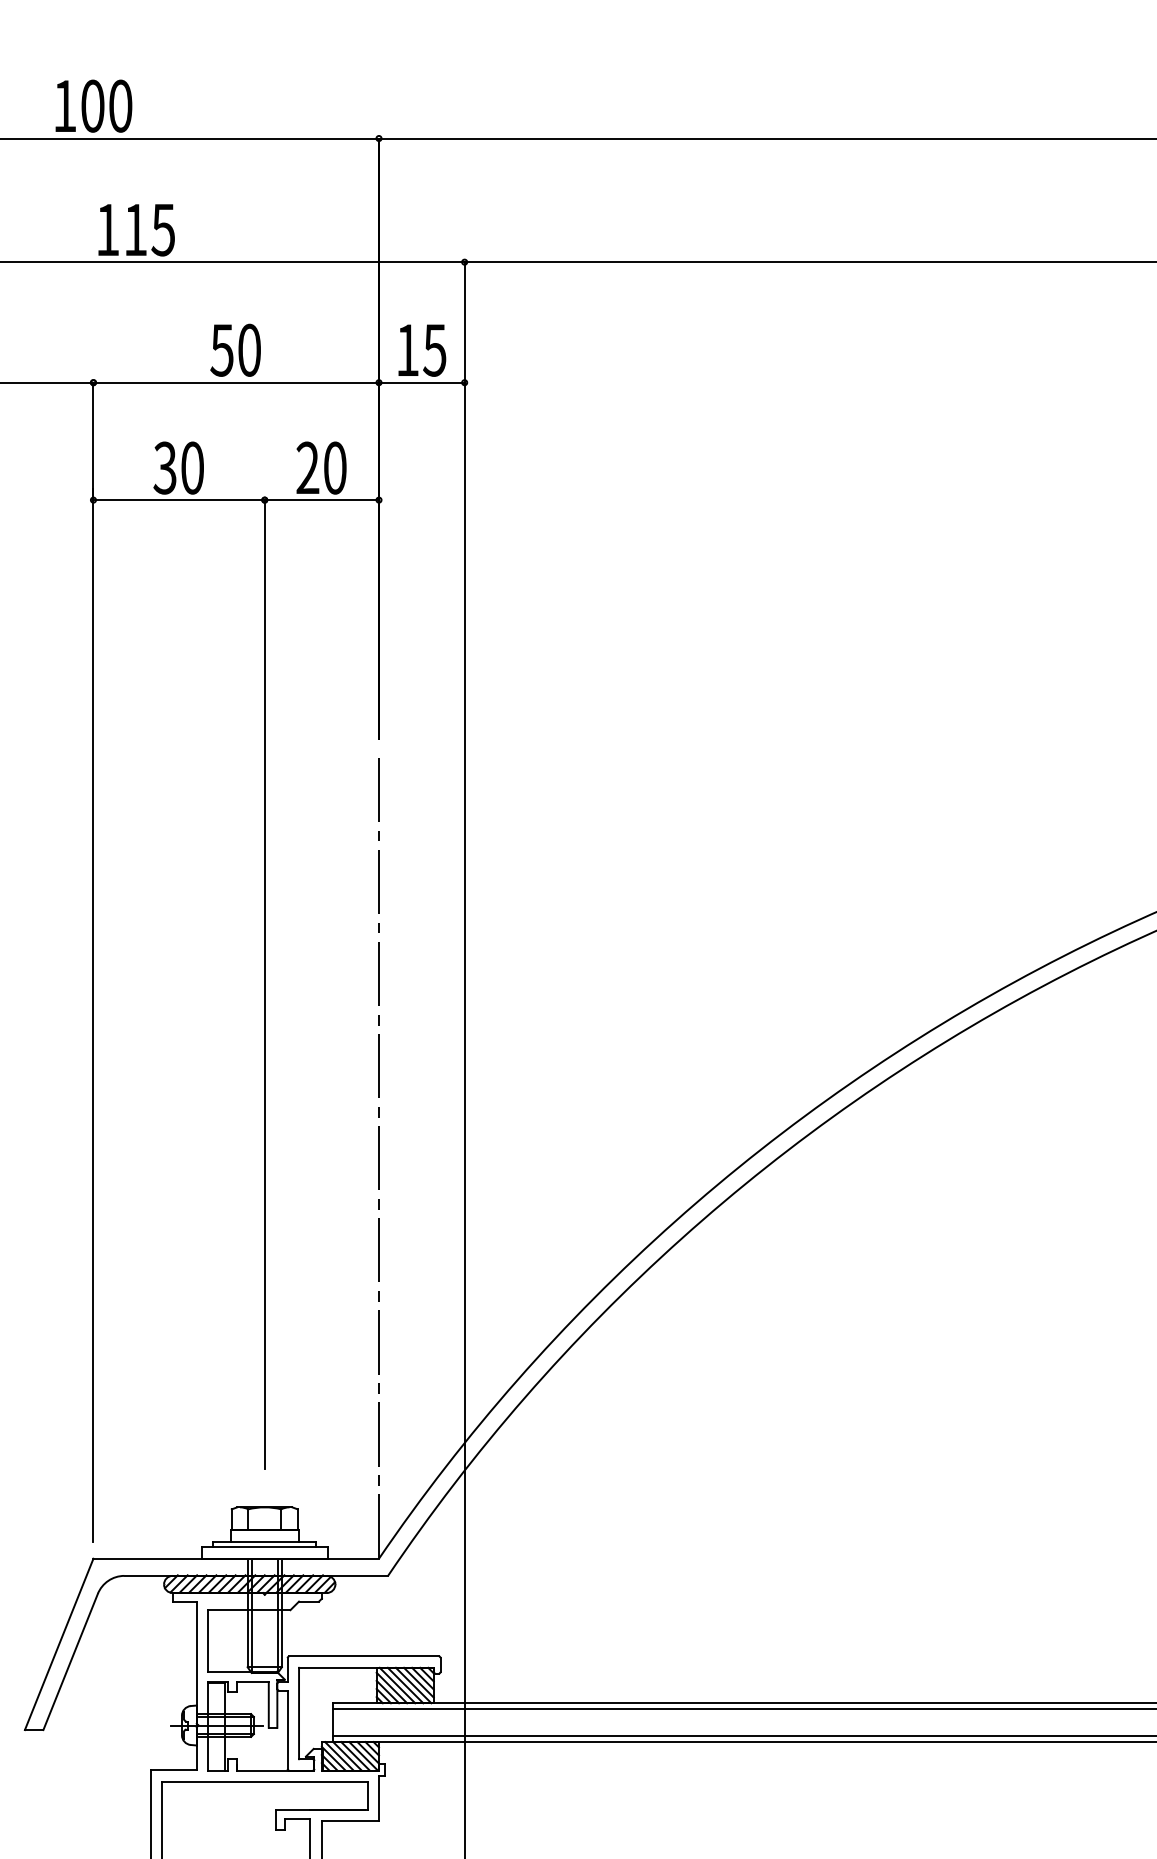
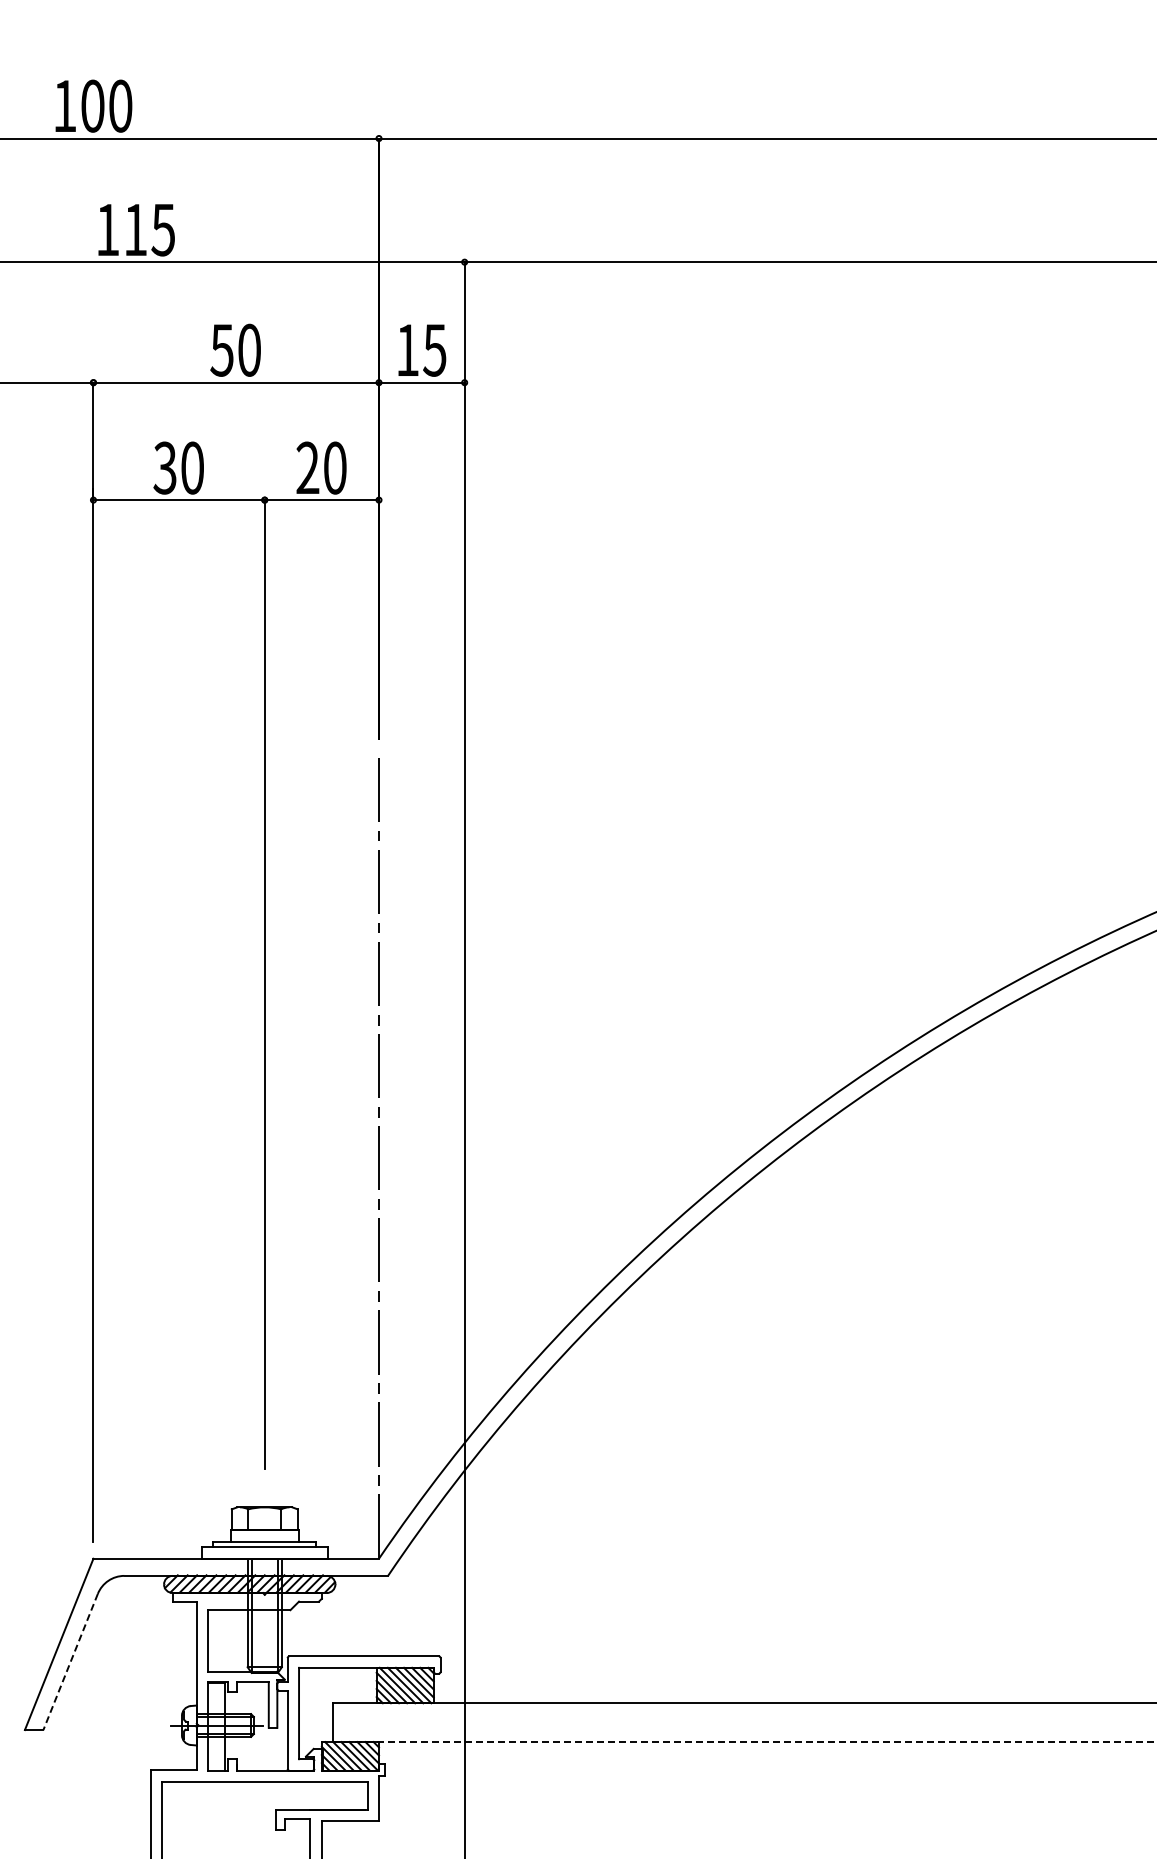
line at (70, 1662): solid -> dashed
line at (743, 1708): present -> none
line at (743, 1736): present -> none
line at (745, 1742): solid -> dashed
